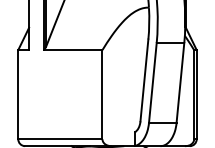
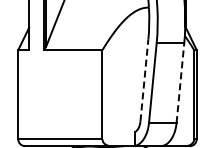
line at (144, 79): solid -> dashed
line at (180, 82): solid -> dashed
